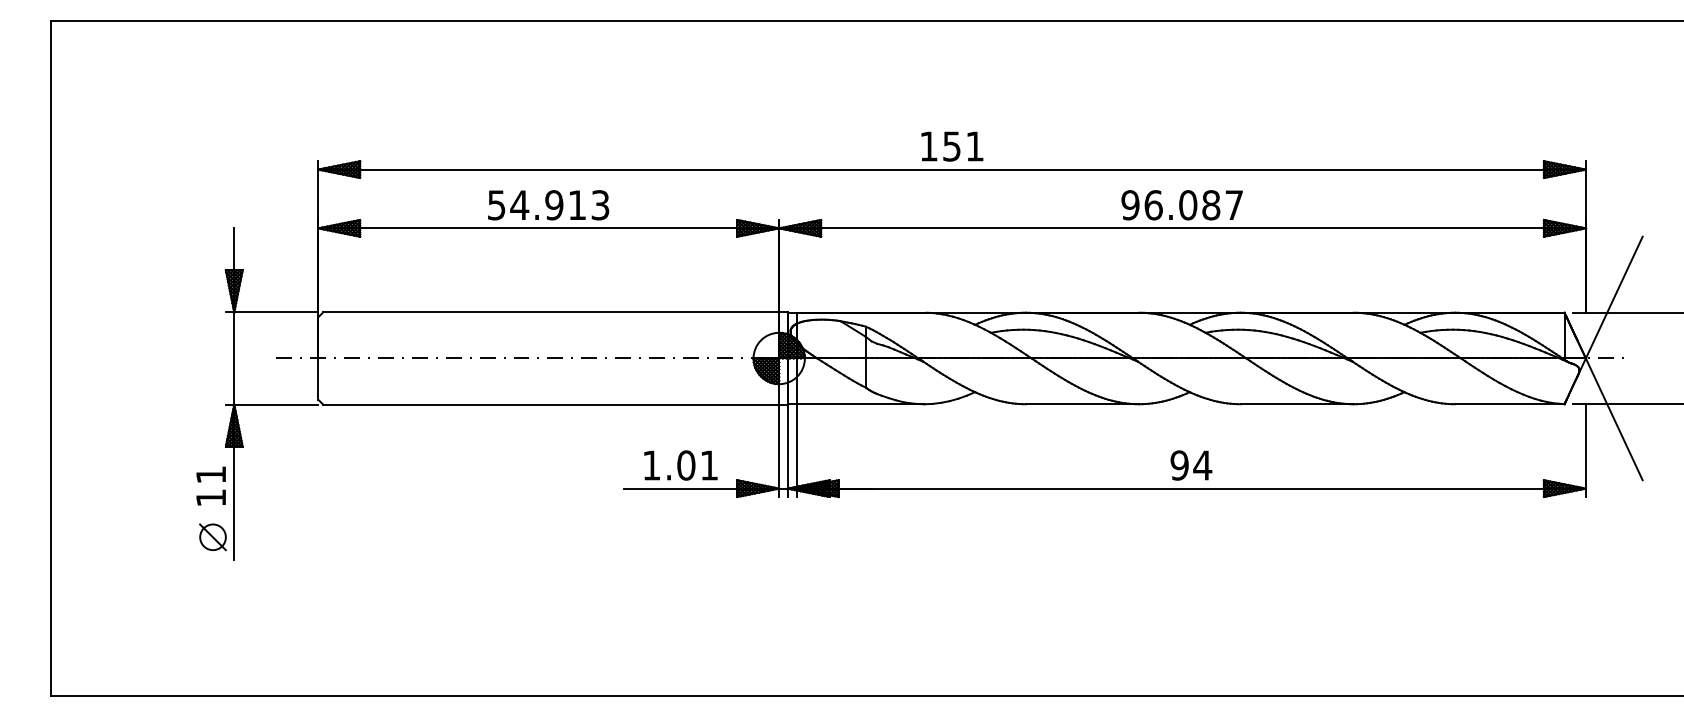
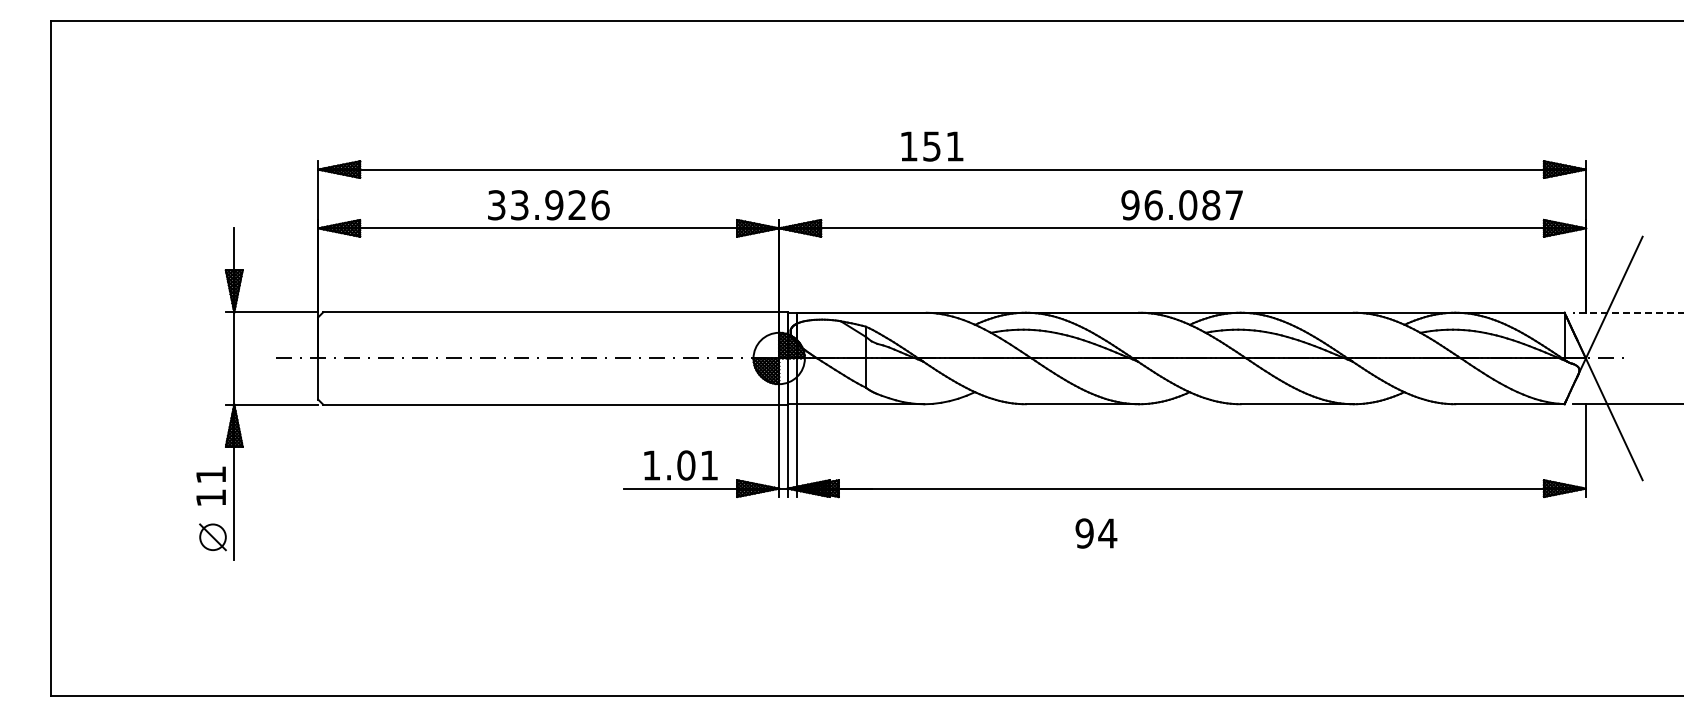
text at (952, 146) position: (952, 146) -> (932, 146)
text at (548, 205): 54.913 -> 33.926
line at (1627, 312): solid -> dashed
text at (1191, 465) position: (1191, 465) -> (1096, 533)
